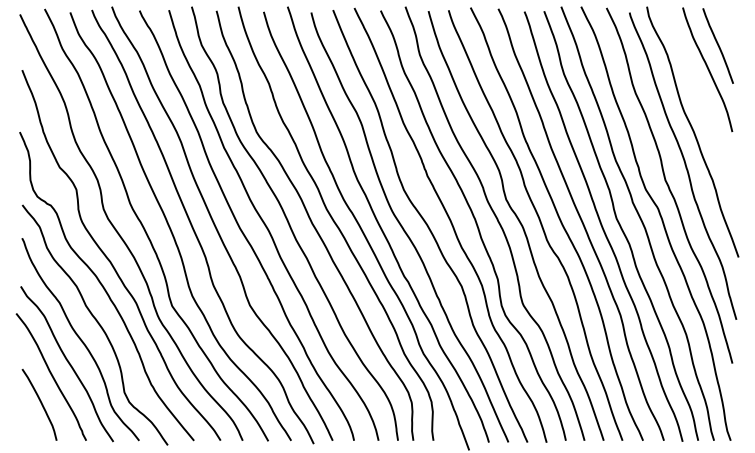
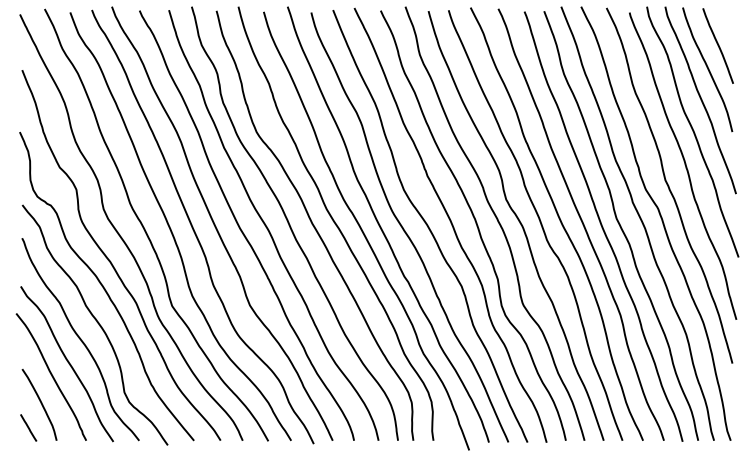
curve at (700, 100): none -> present
line at (28, 427): none -> present
